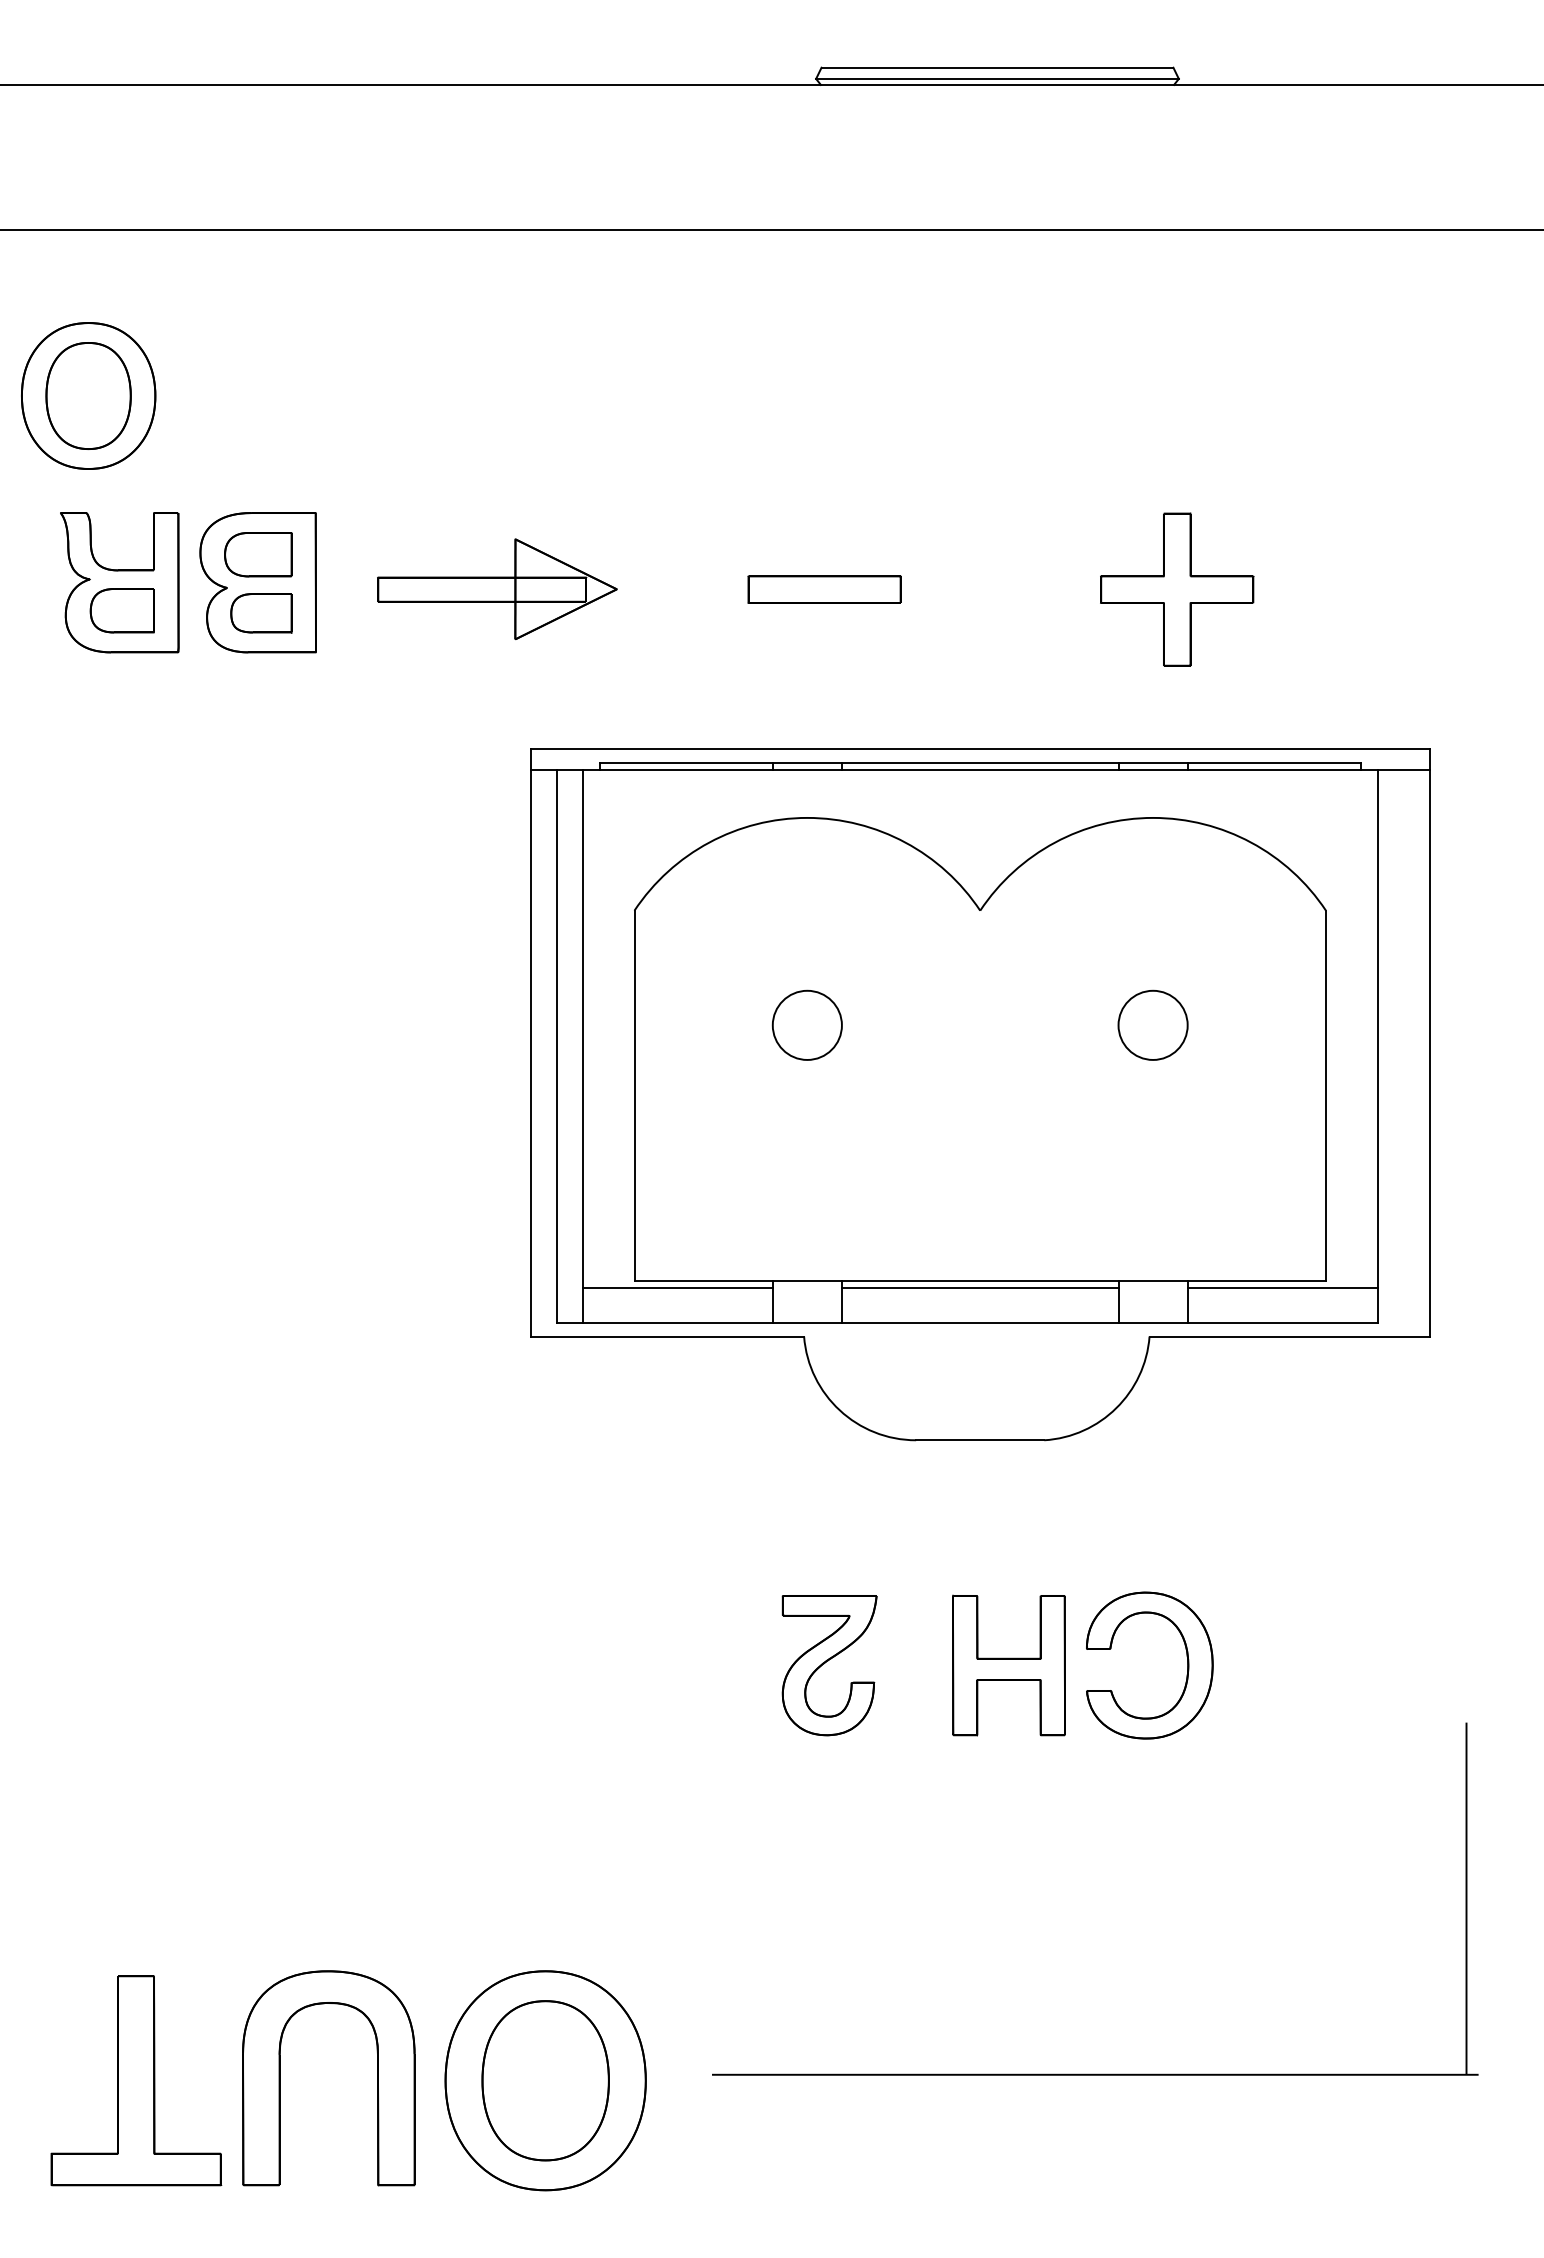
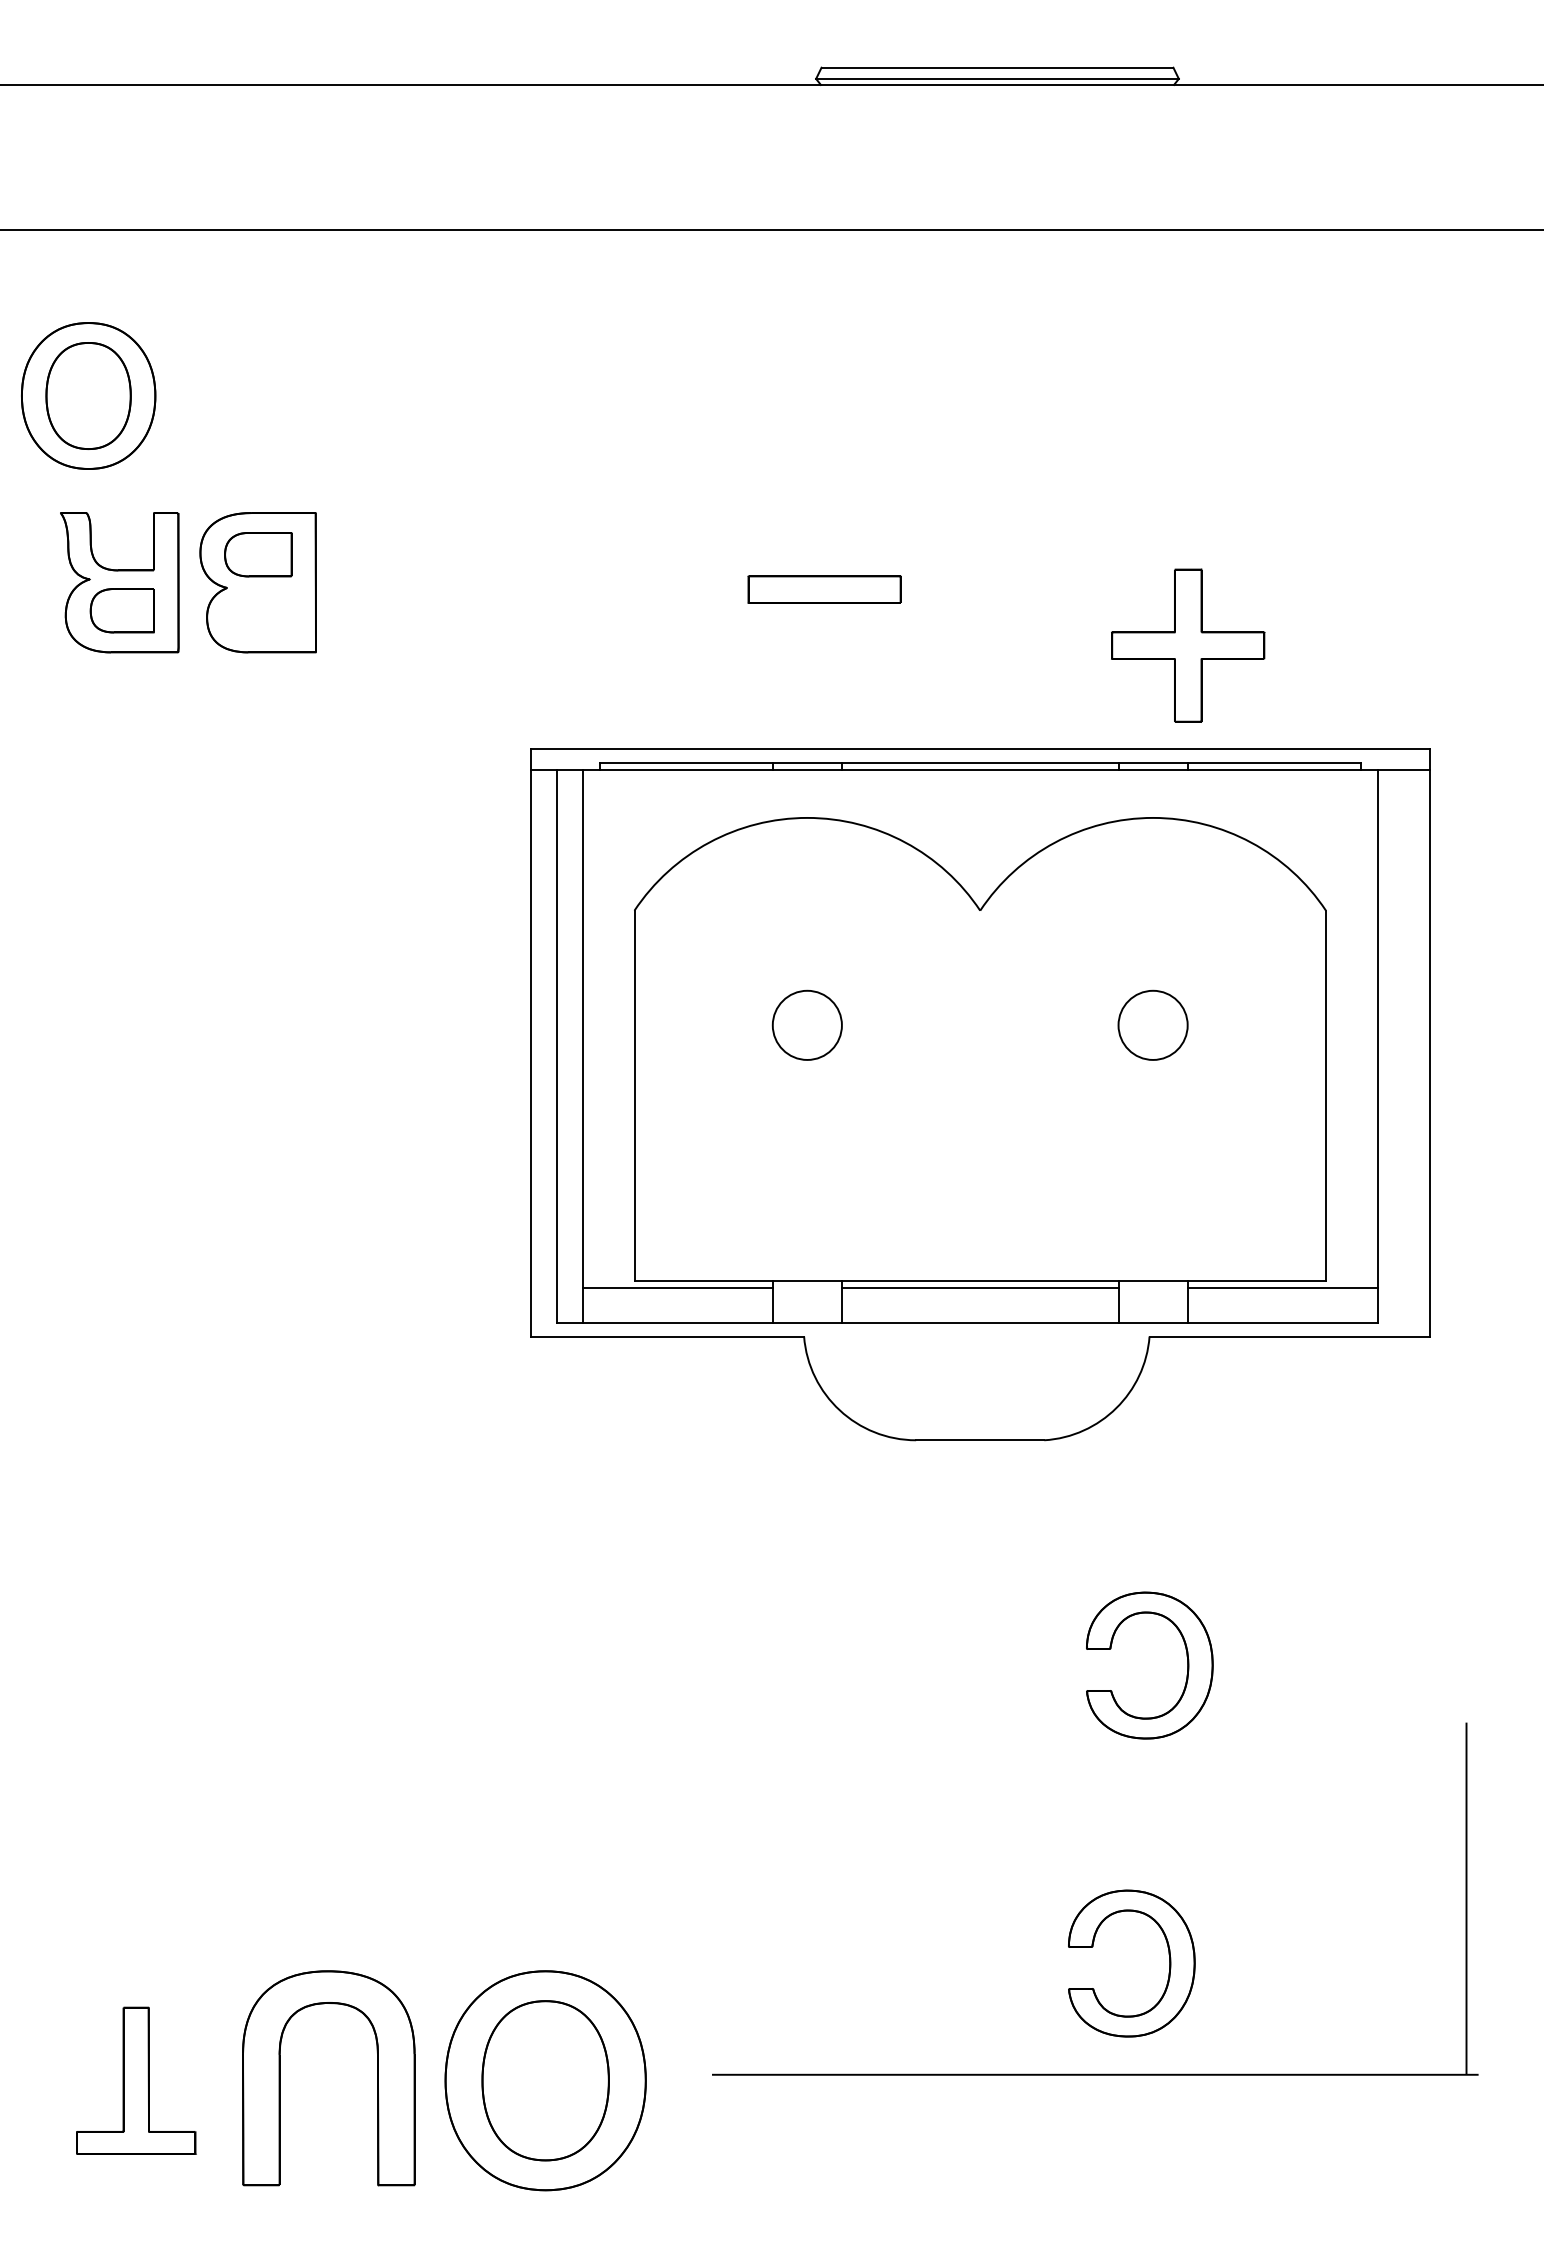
part at (497, 588): present -> none
part at (1177, 589) position: (1177, 589) -> (1188, 645)
part at (261, 613): present -> none
part at (829, 1665): present -> none
part at (1008, 1665): present -> none
part at (1169, 1963): none -> present
part at (136, 2080) size: 173x212 px -> 121x149 px
